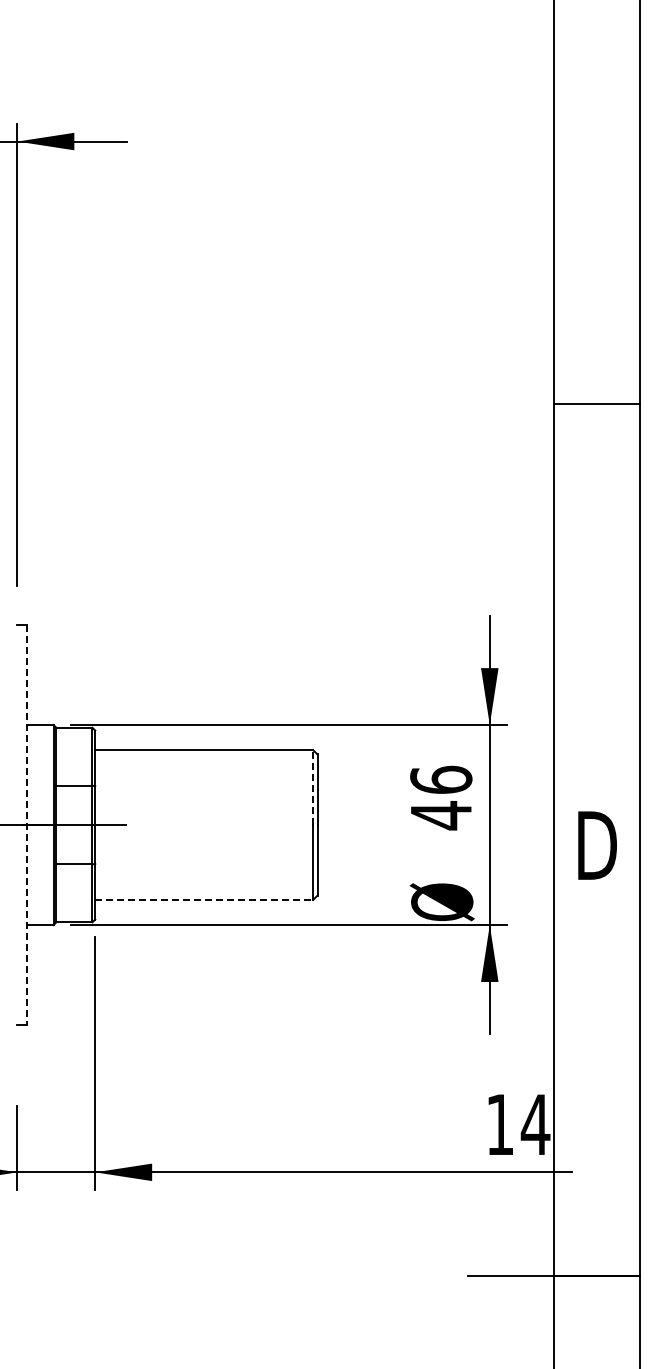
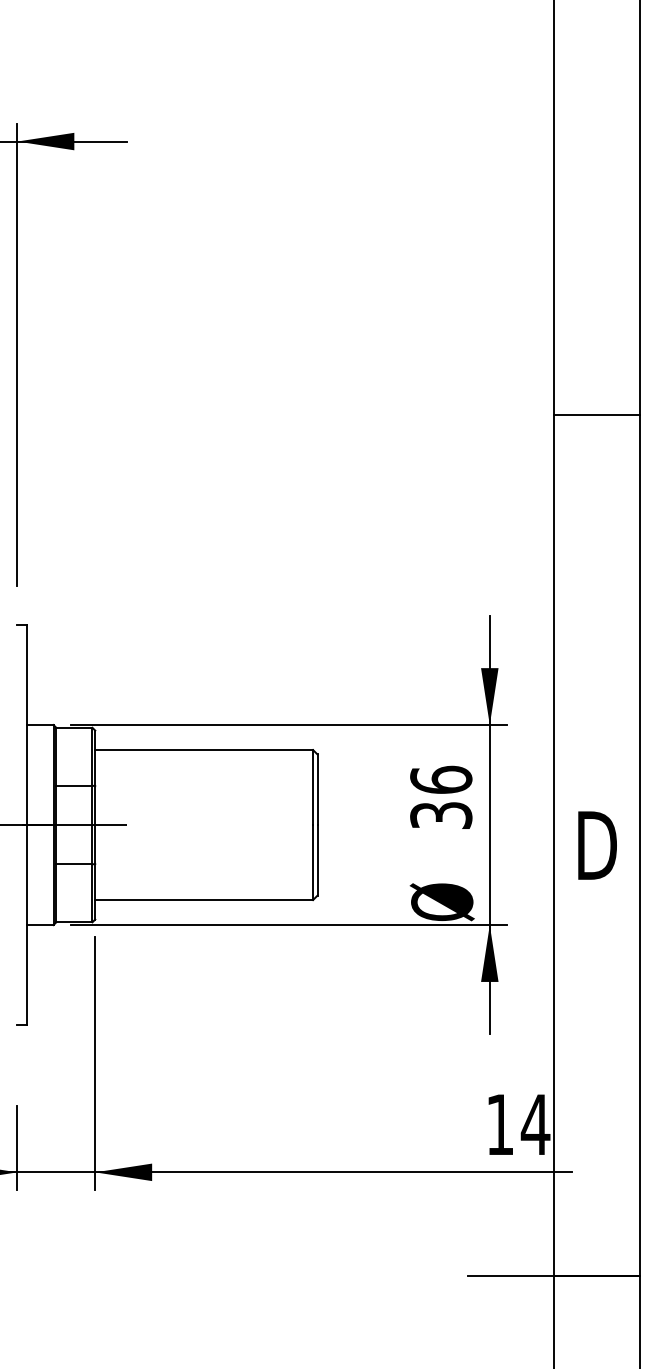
line at (597, 404) position: (597, 404) -> (597, 415)
line at (313, 787): dashed -> solid
text at (441, 815): 46 -> 36
line at (27, 825): dashed -> solid
line at (204, 900): dashed -> solid
